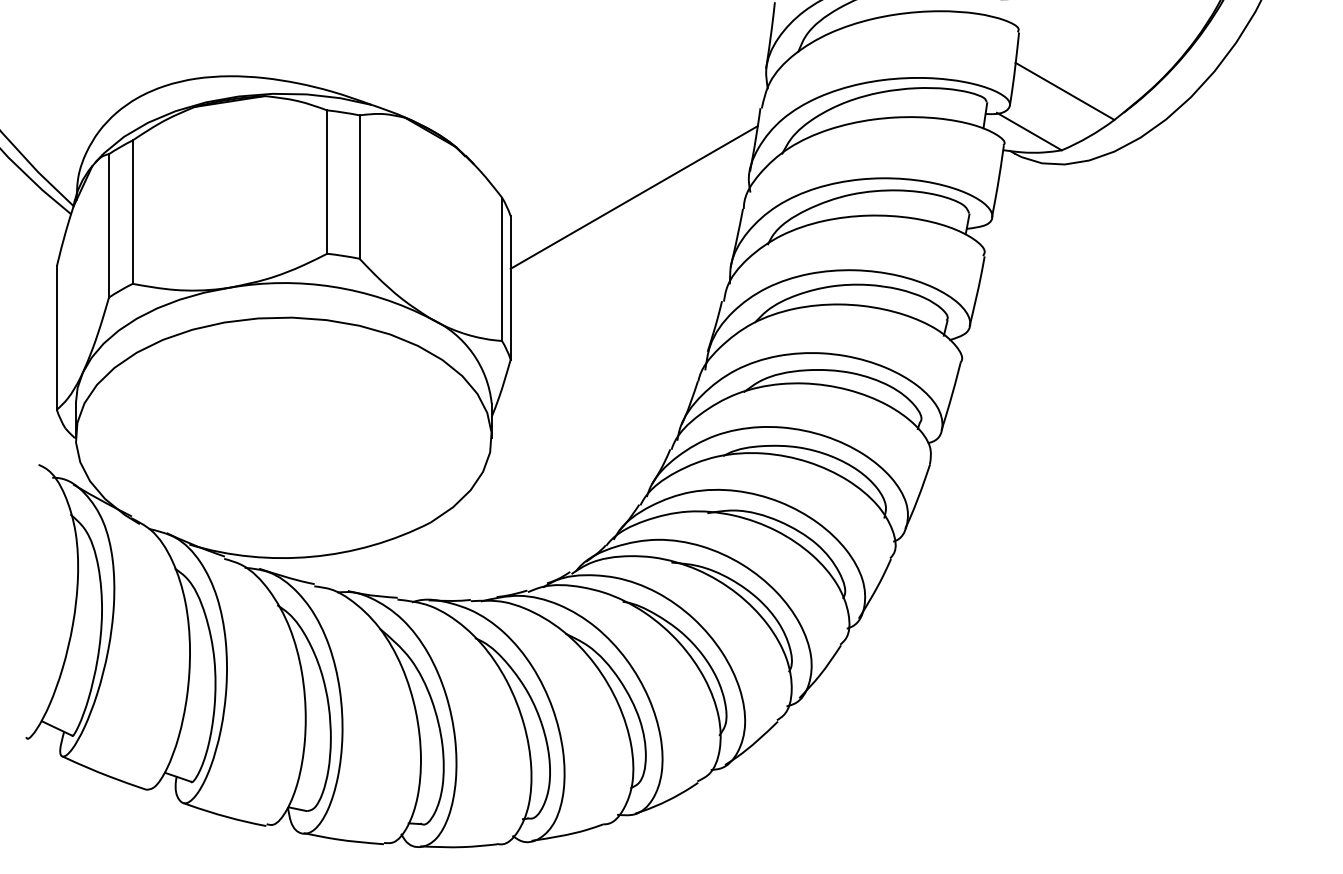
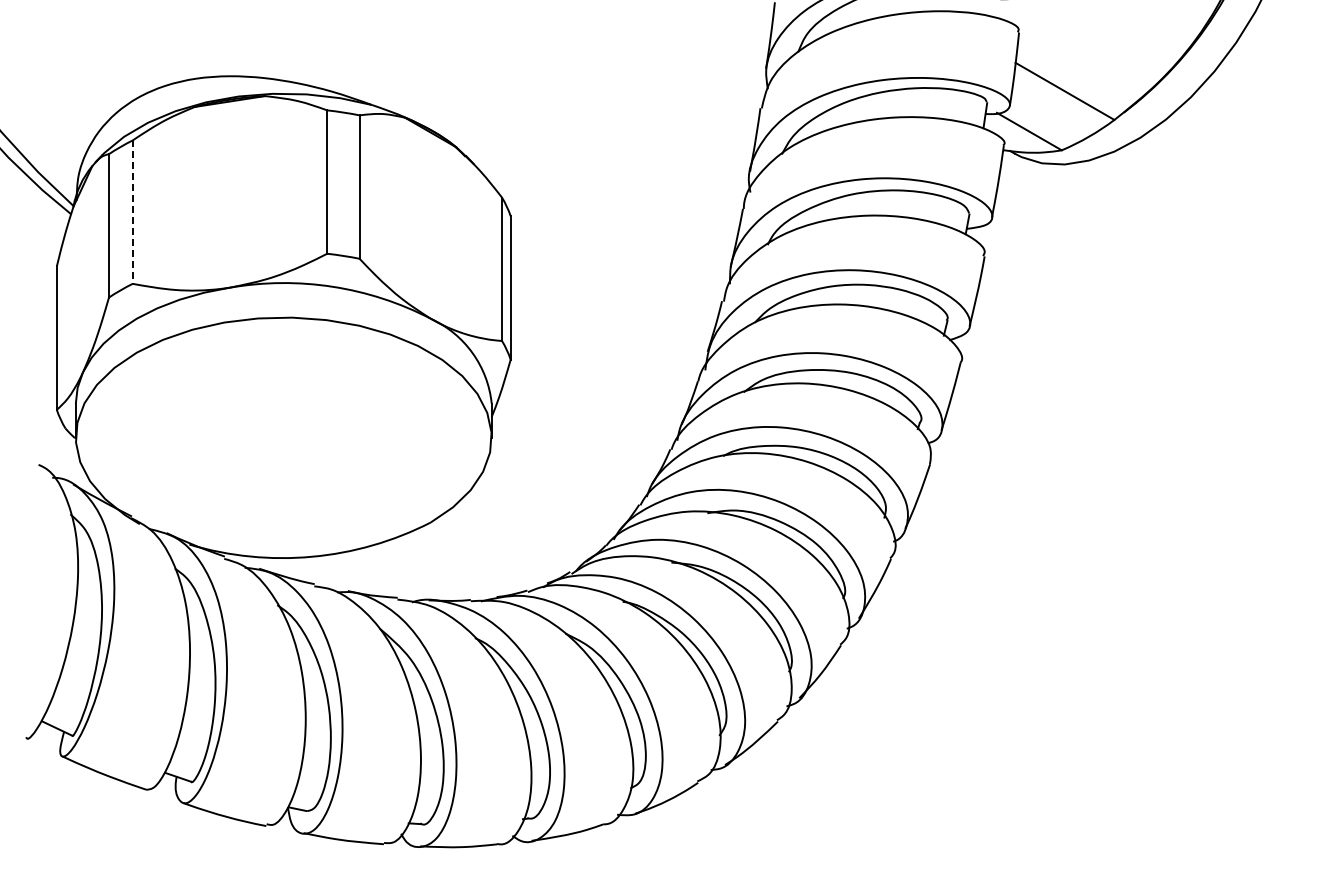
line at (633, 197): present -> none
line at (132, 212): solid -> dashed
